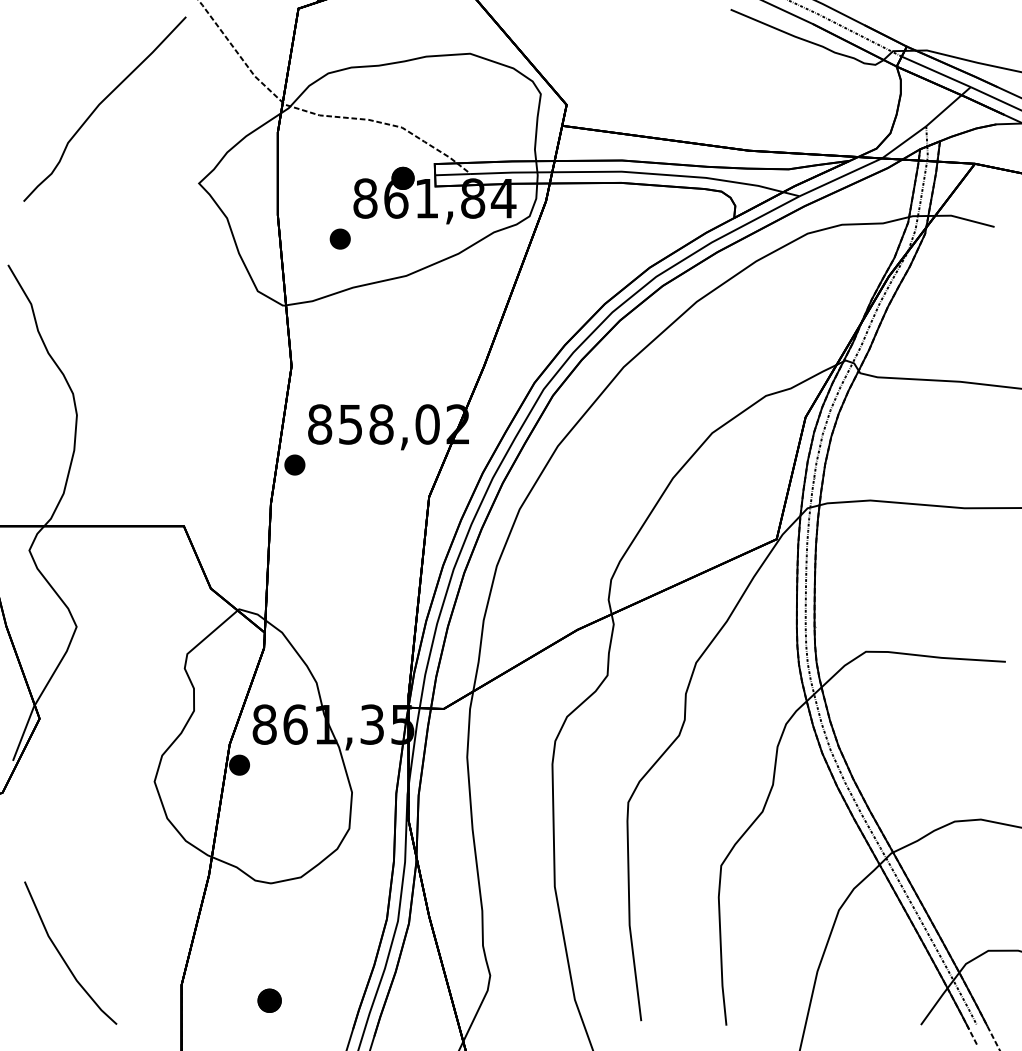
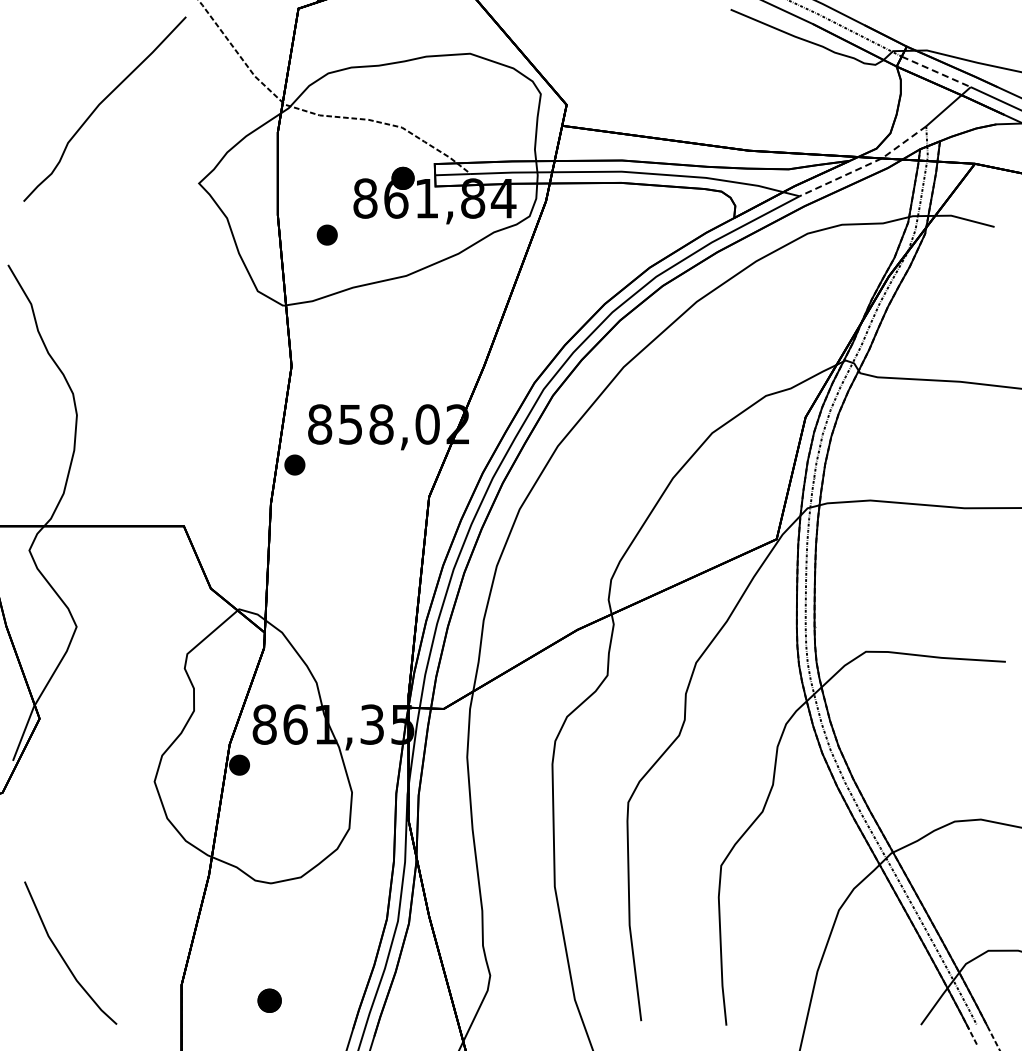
line at (936, 71): solid -> dashed
line at (865, 165): solid -> dashed
part at (339, 238) position: (339, 238) -> (326, 234)
